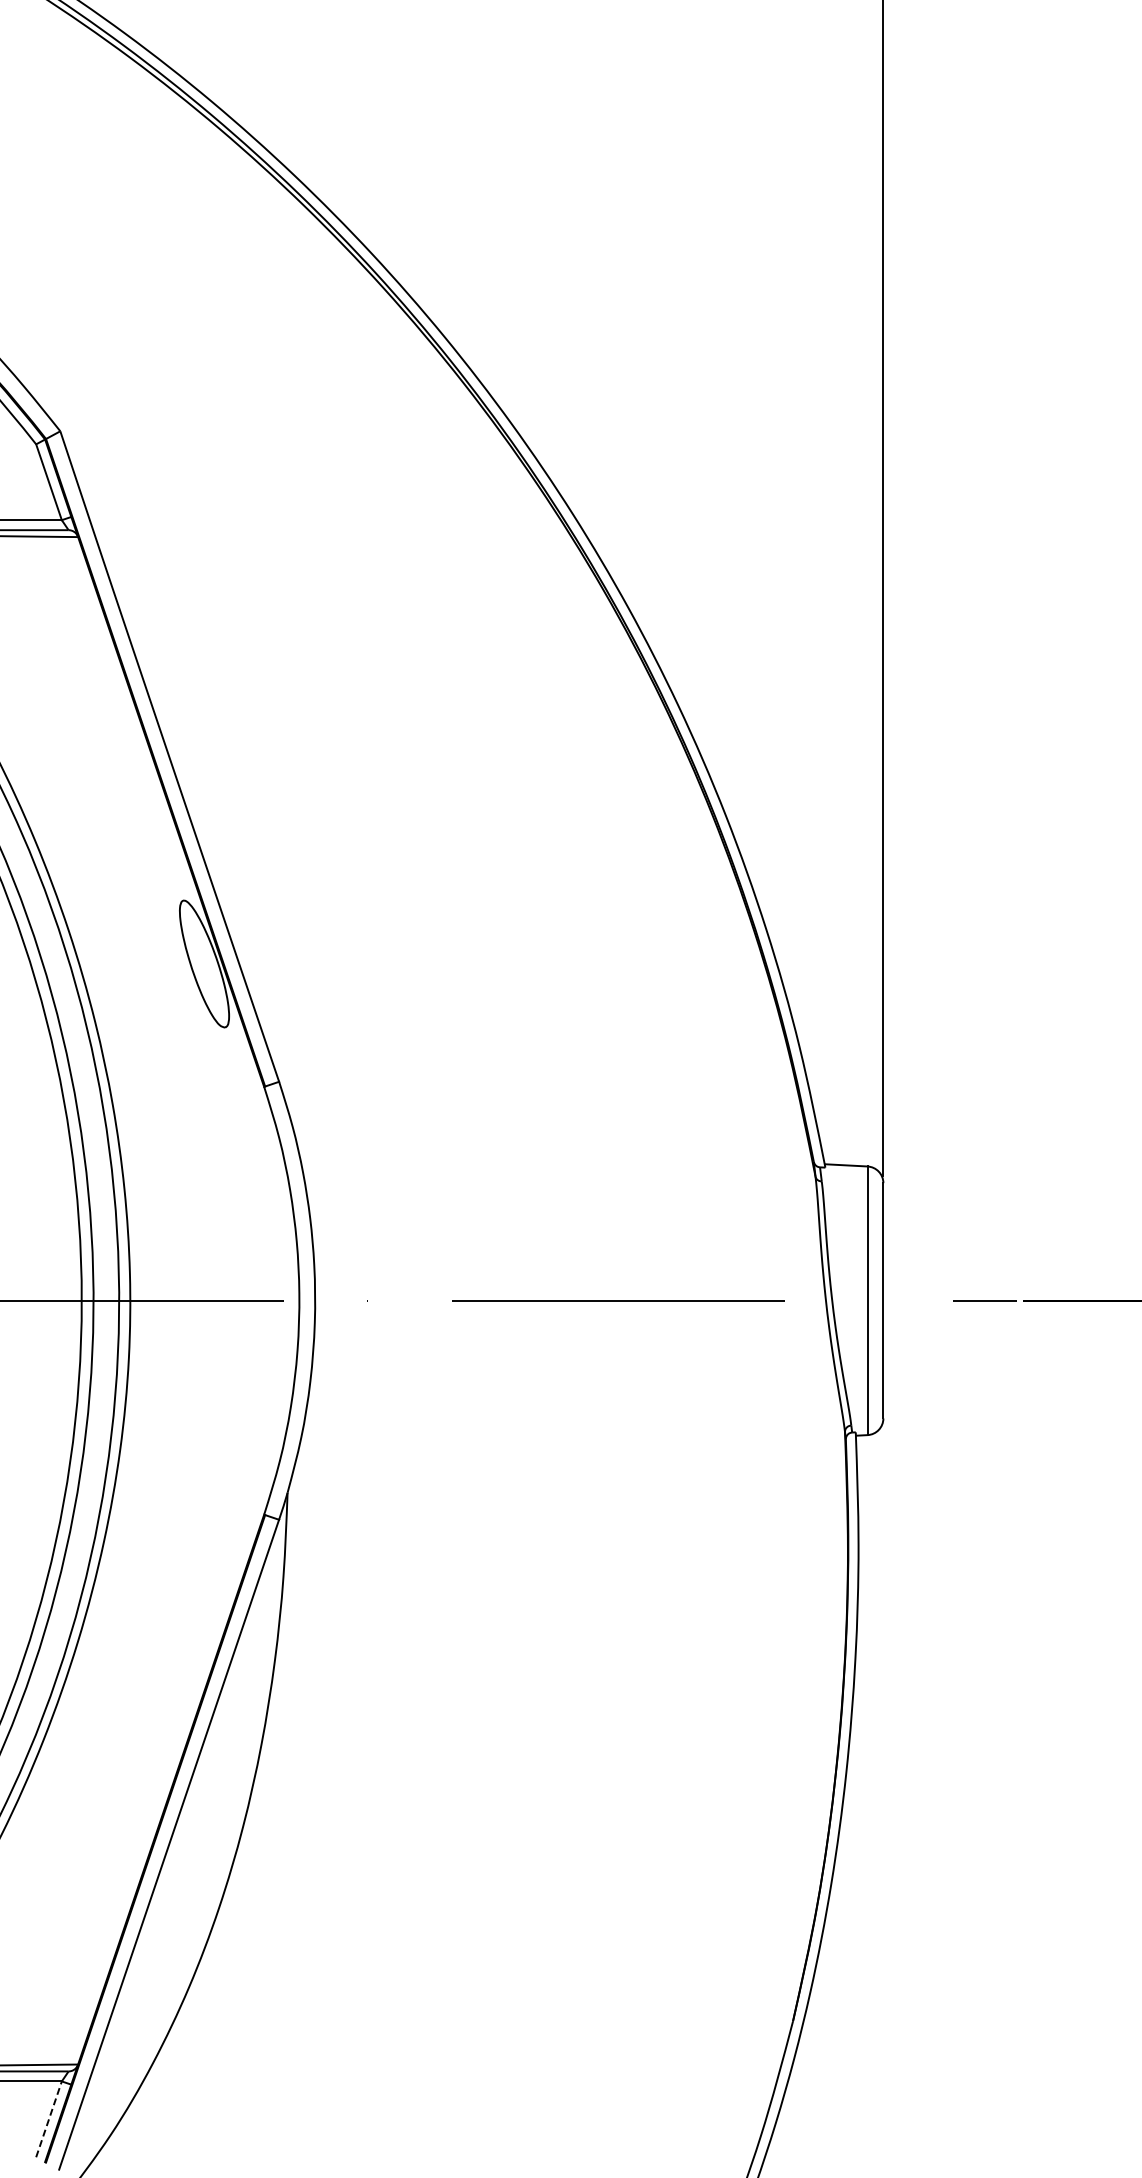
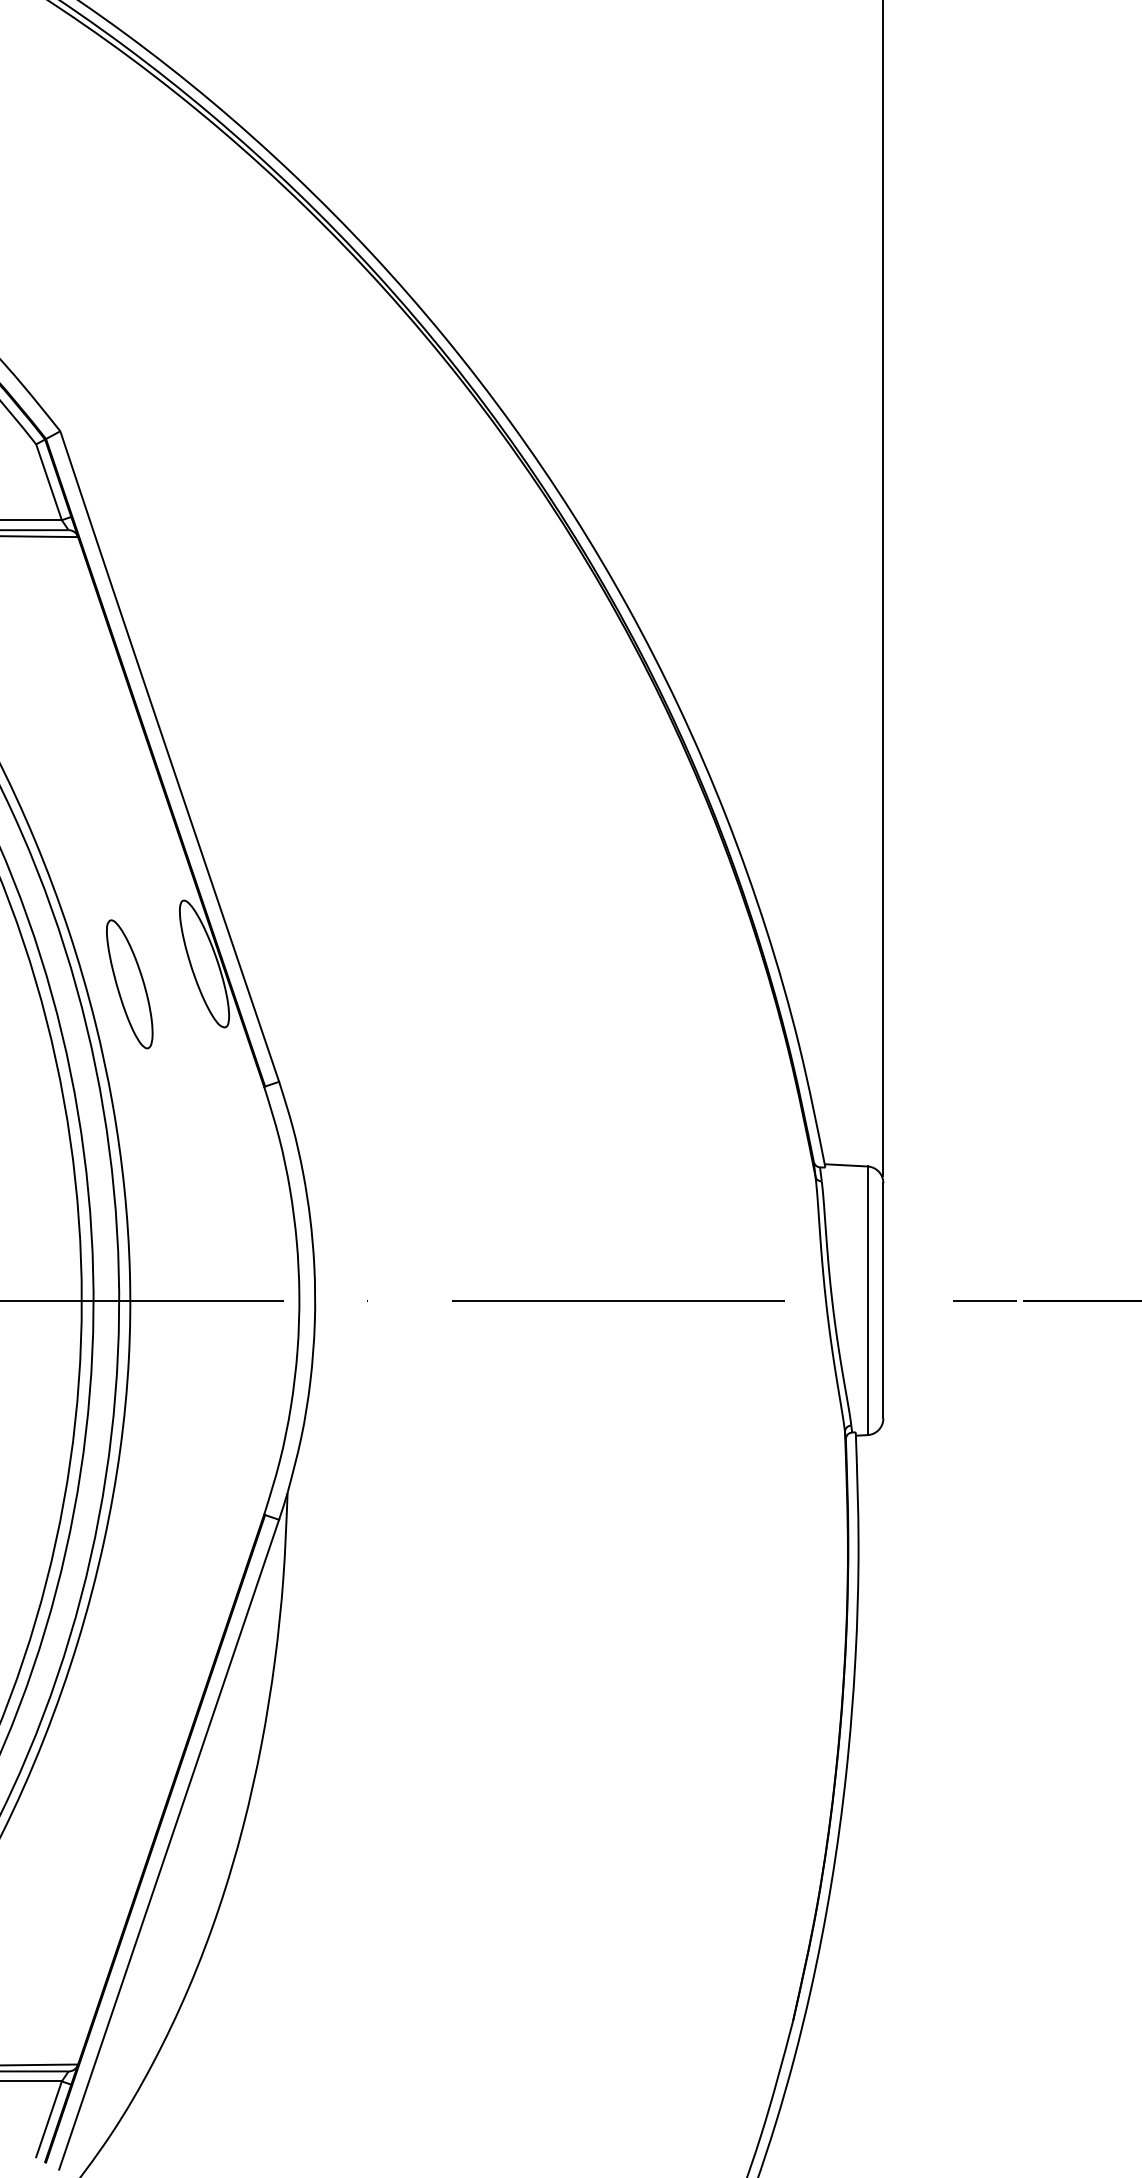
part at (129, 984): none -> present
line at (49, 2118): dashed -> solid
